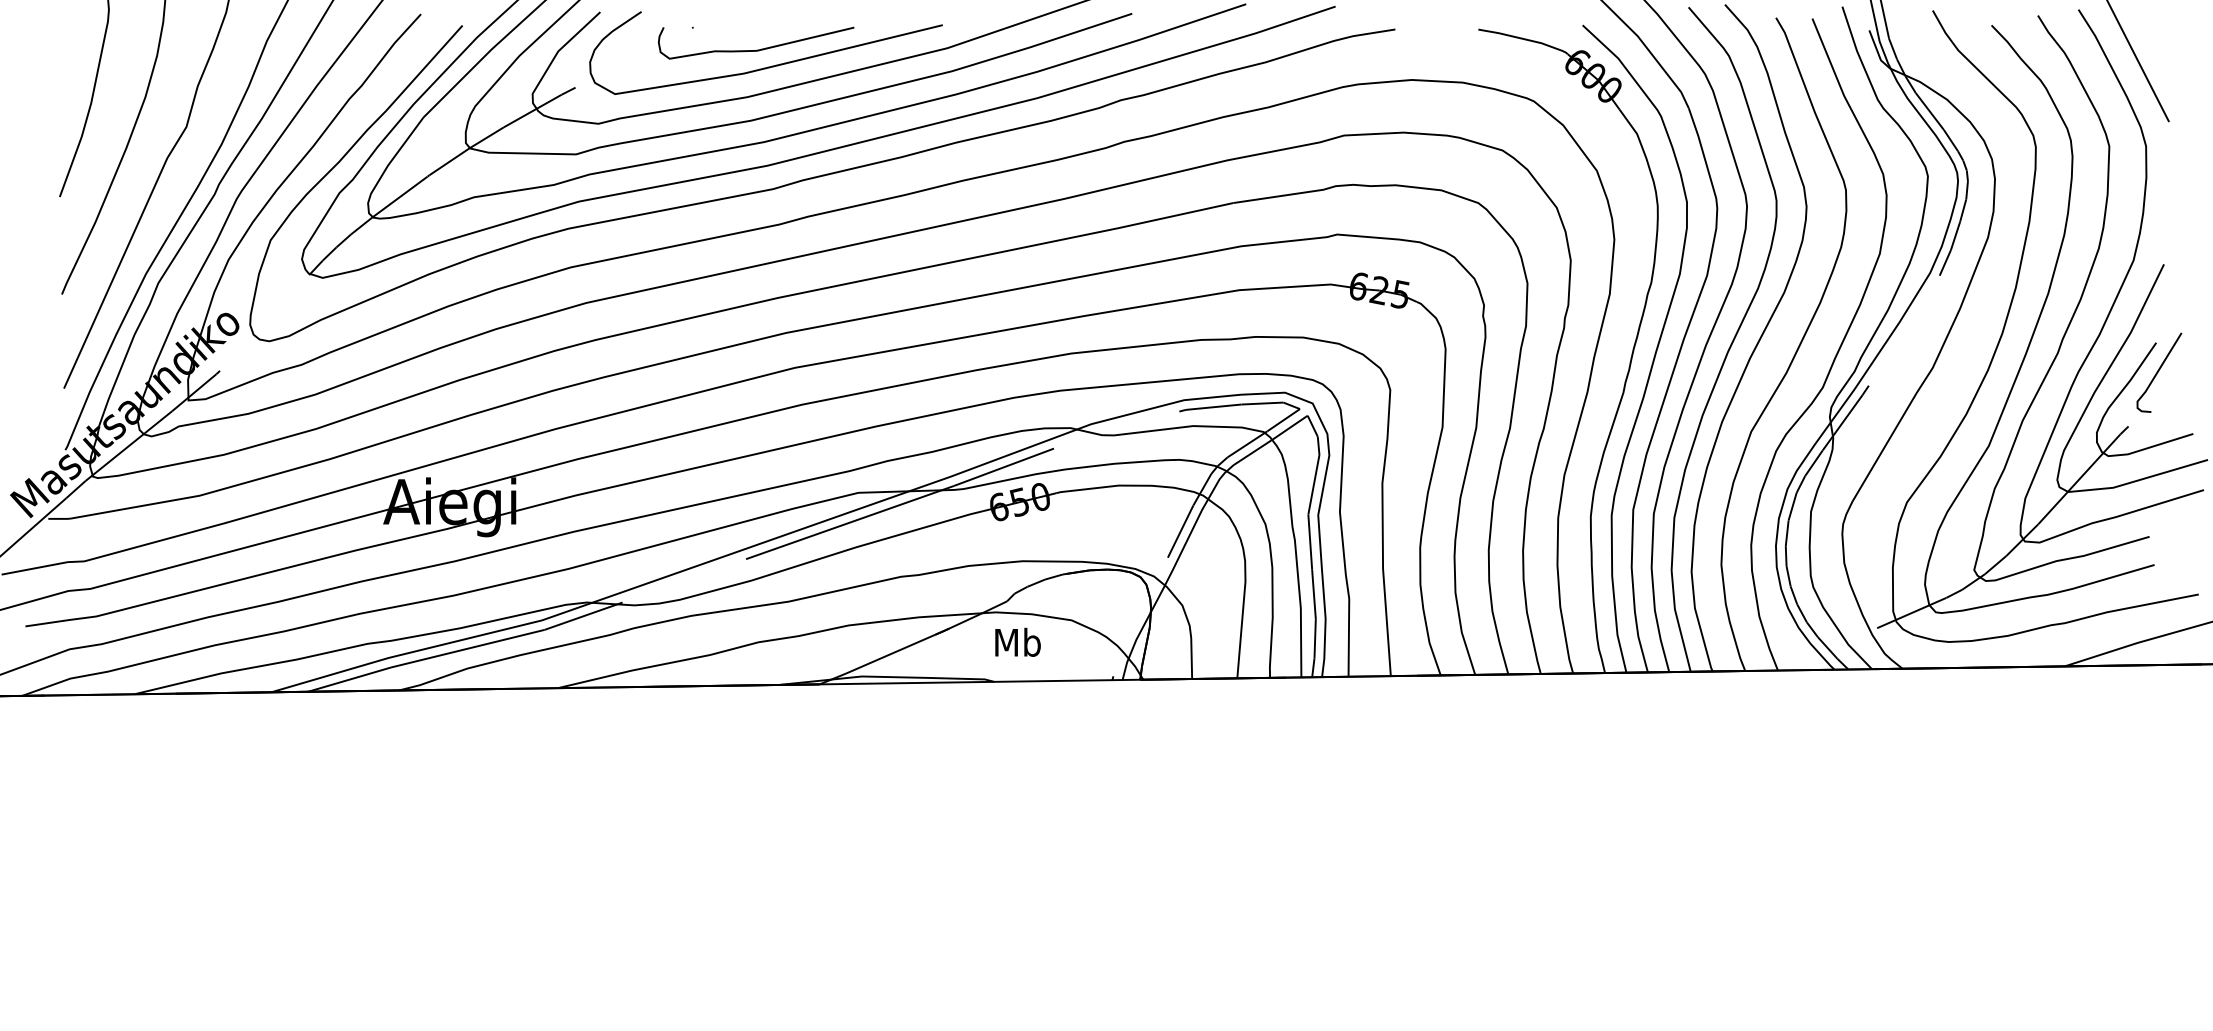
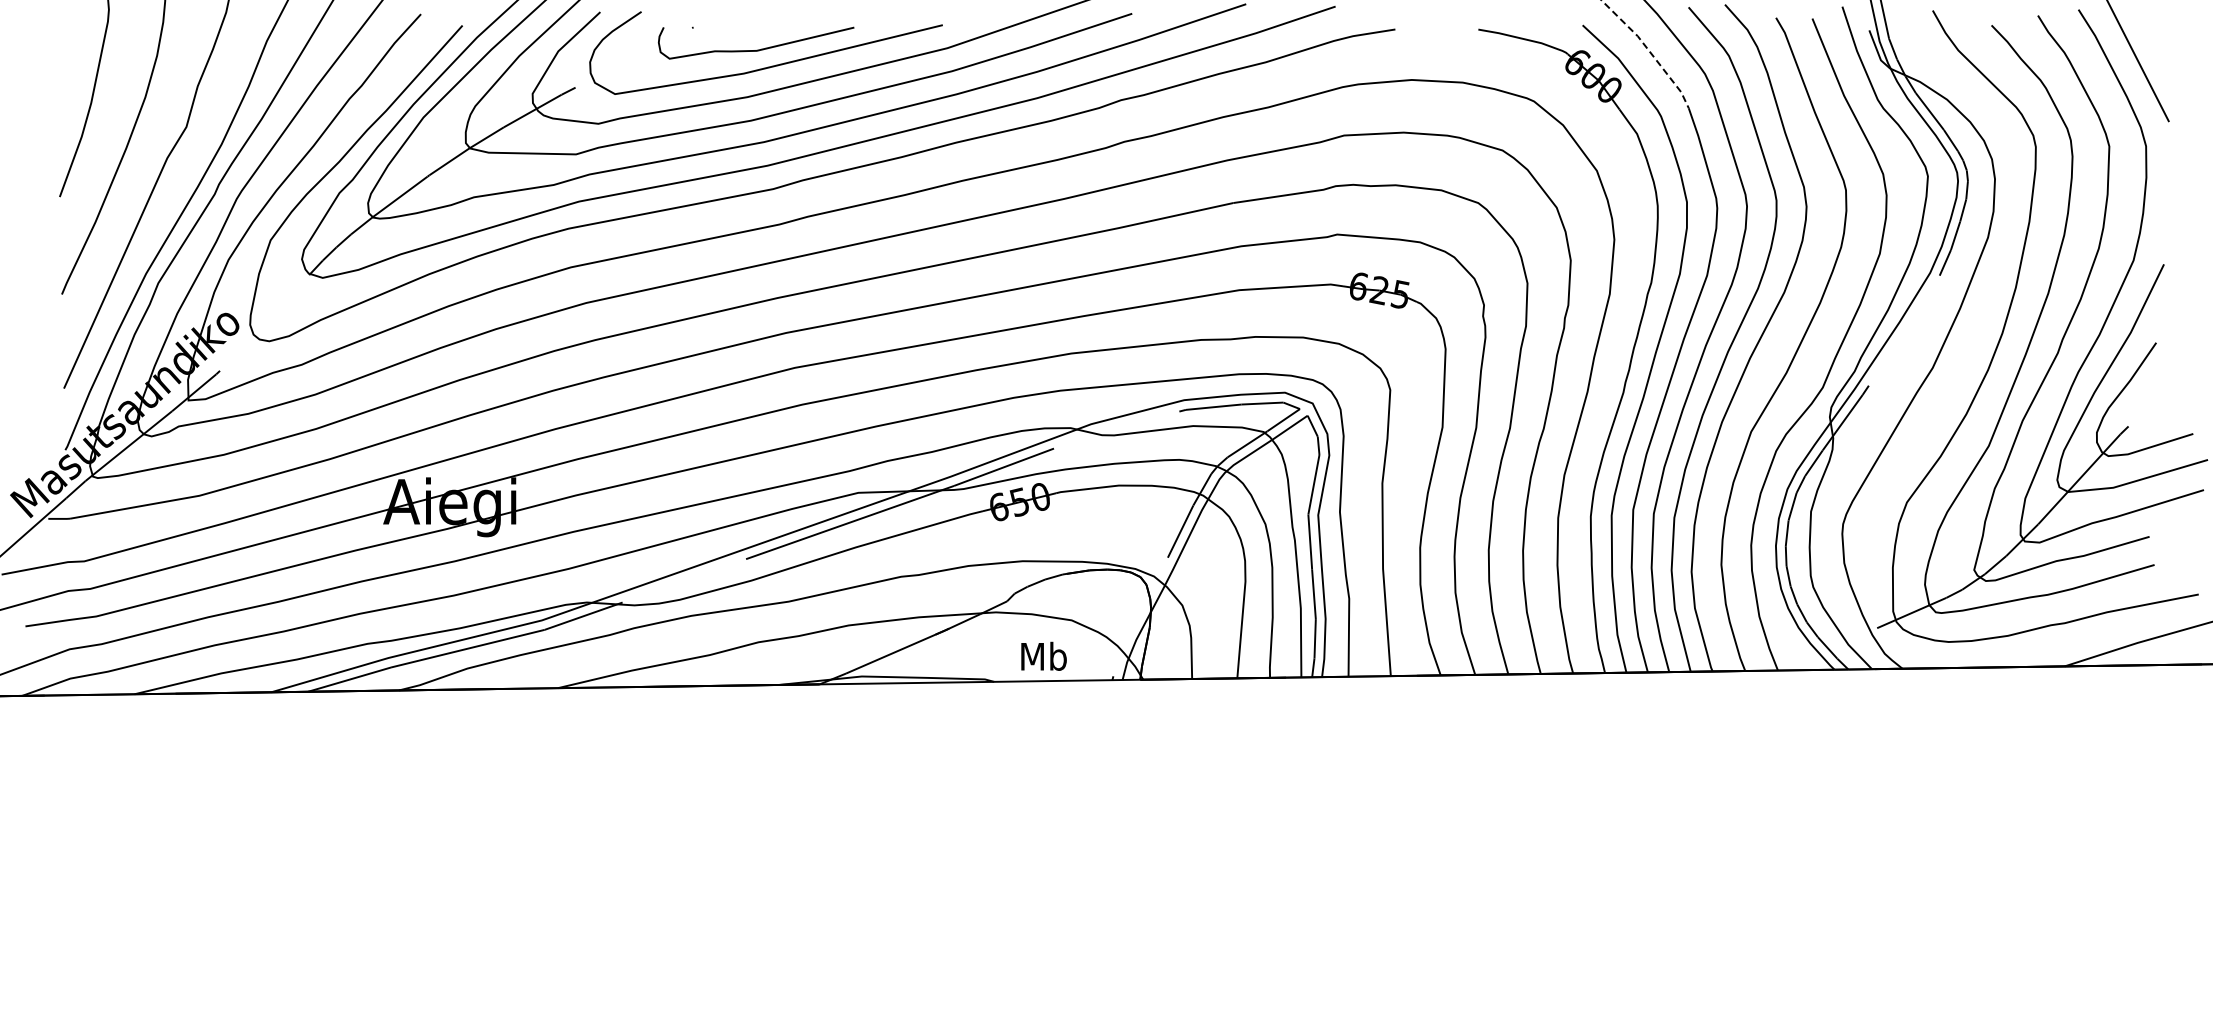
line at (1649, 51): solid -> dashed
curve at (2159, 371): present -> none
text at (1017, 641) position: (1017, 641) -> (1043, 655)
